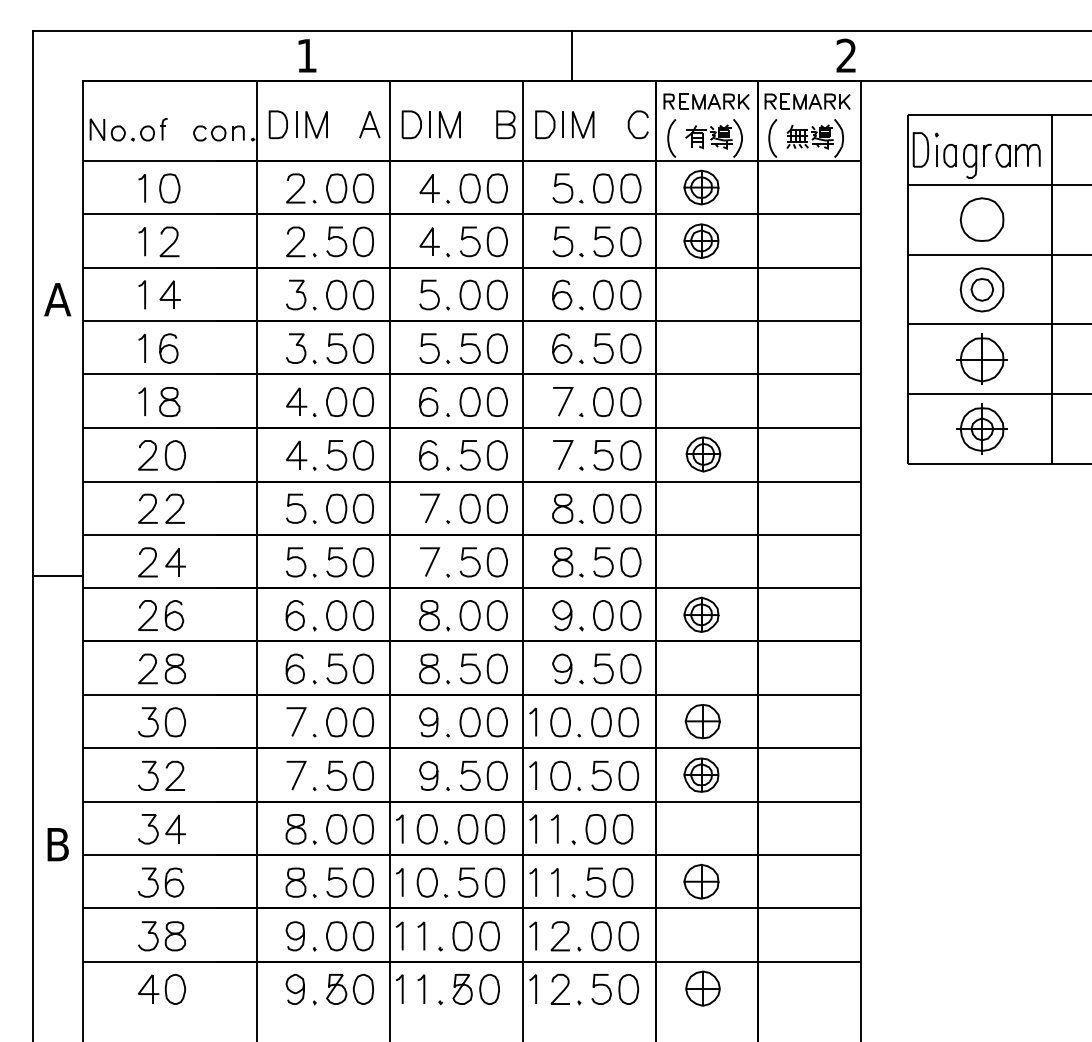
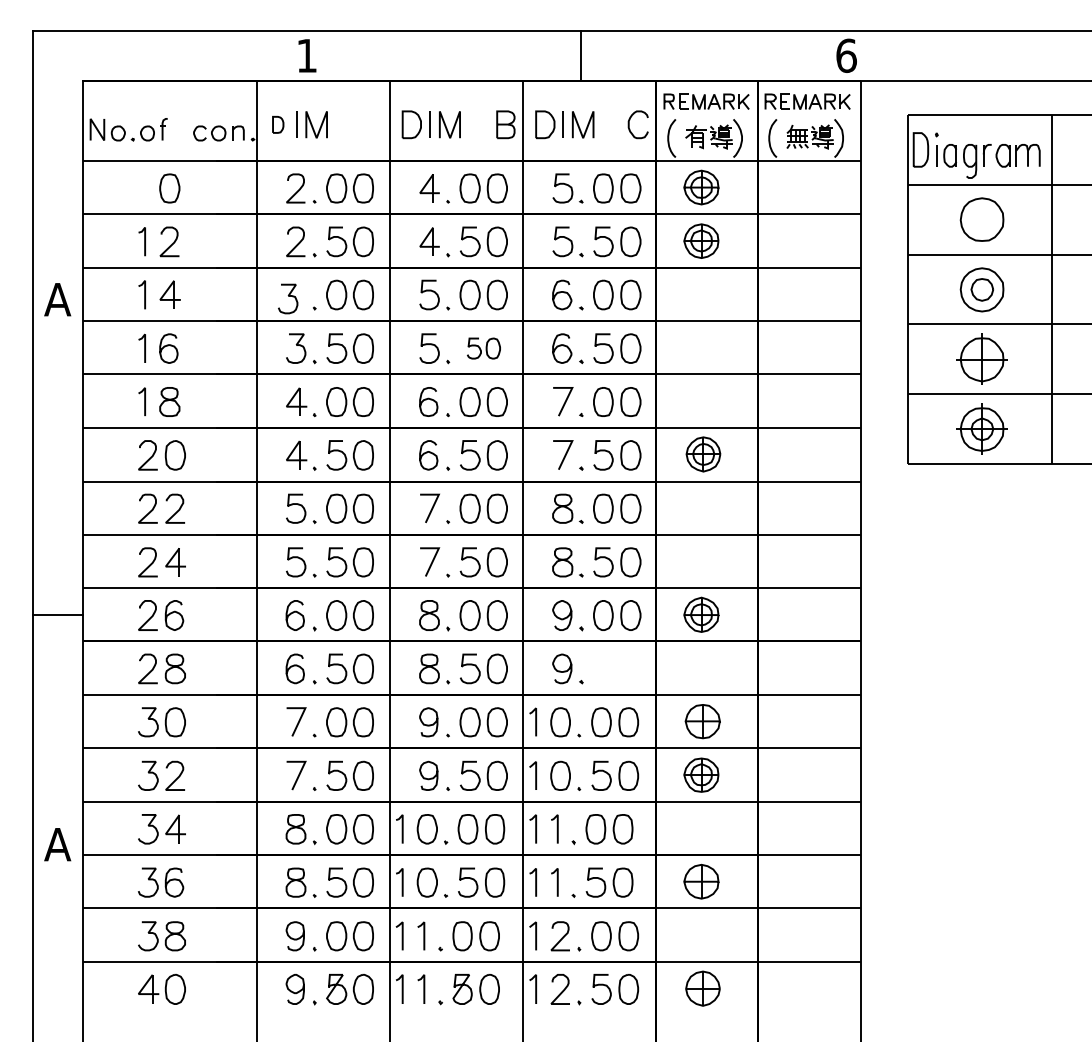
text at (846, 55): 2 -> 6
line at (572, 56) position: (572, 56) -> (581, 56)
part at (277, 124) size: 20x30 px -> 13x18 px
part at (369, 124): present -> none
line at (144, 188): present -> none
curve at (296, 292) position: (296, 292) -> (288, 296)
part at (483, 348) size: 48x31 px -> 34x23 px
line at (57, 576) position: (57, 576) -> (57, 615)
part at (617, 668): present -> none
text at (57, 844): B -> A
